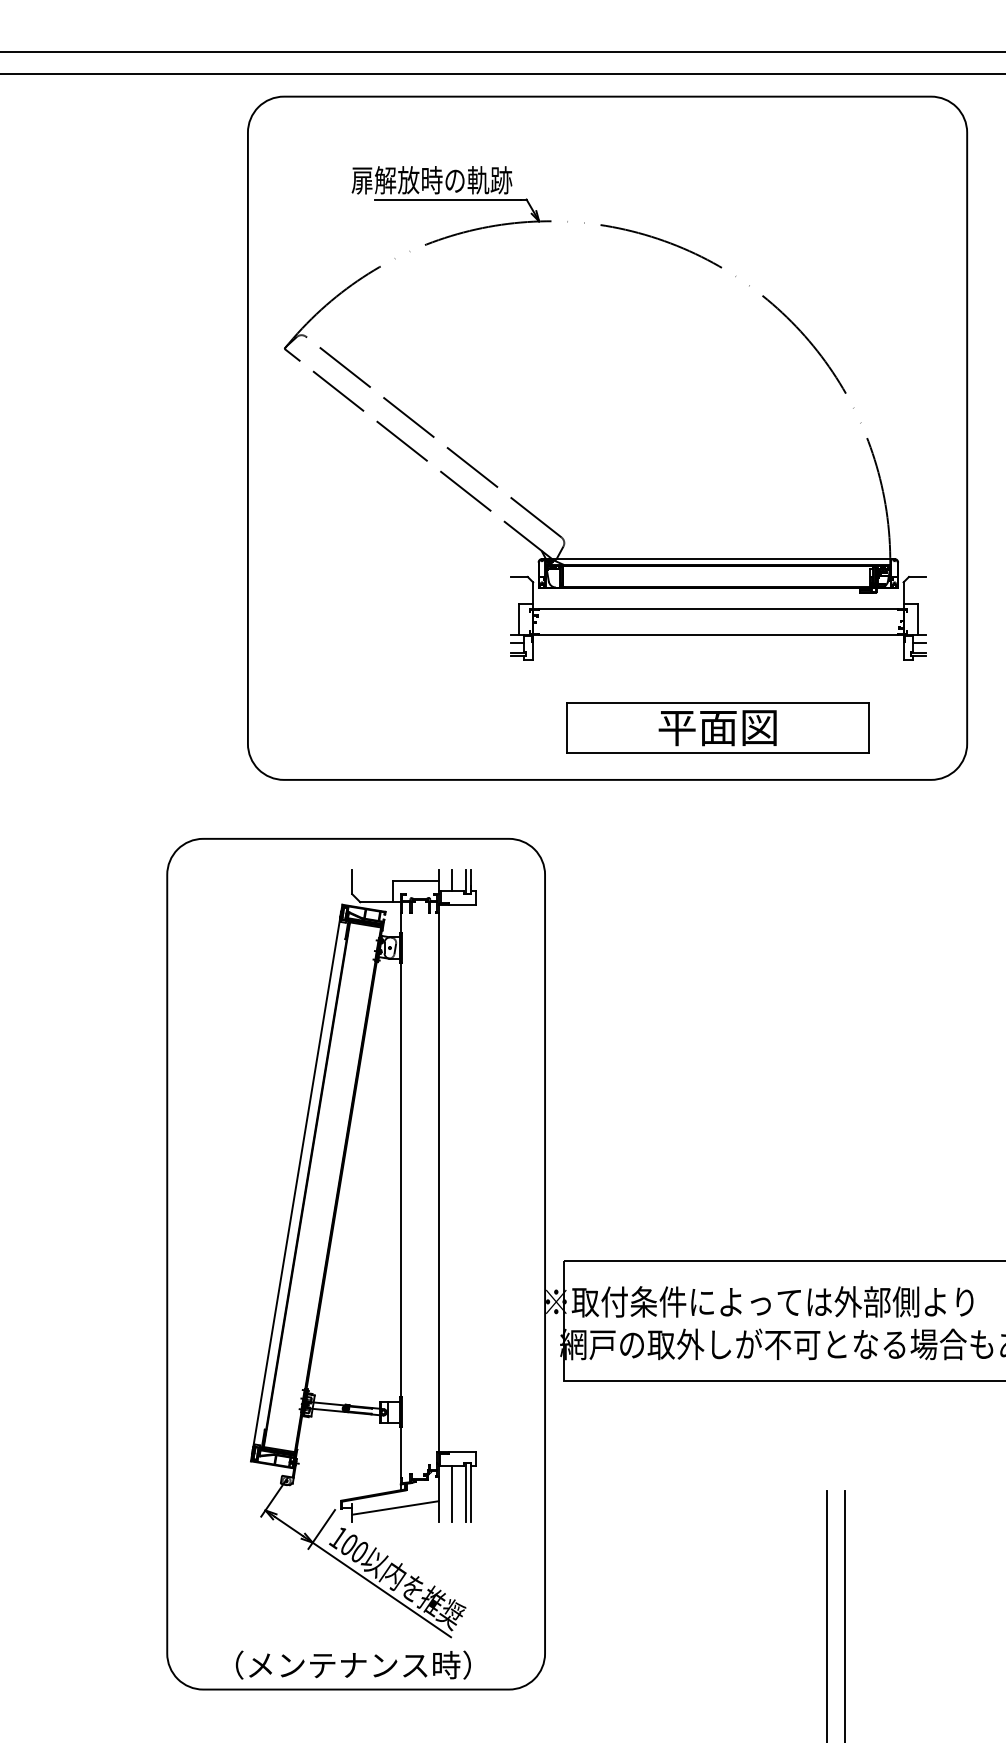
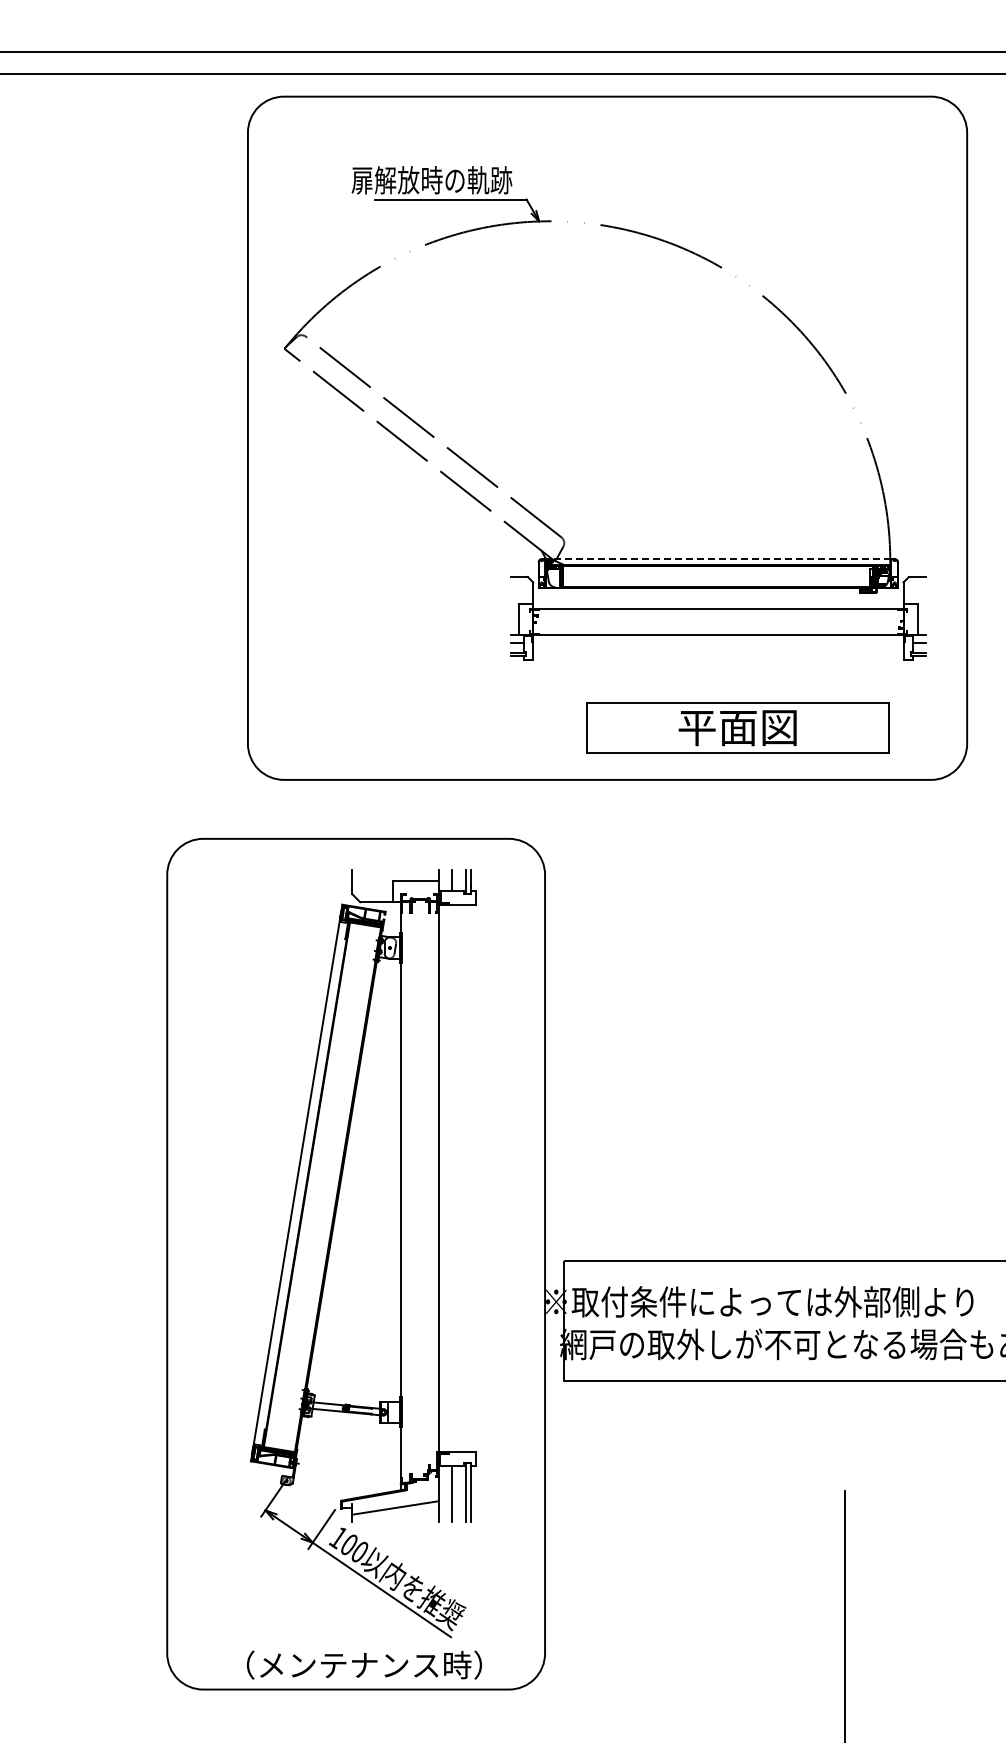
line at (718, 558): solid -> dashed
part at (717, 727) position: (717, 727) -> (737, 727)
line at (826, 1614): present -> none
text at (353, 1664) position: (353, 1664) -> (364, 1664)
